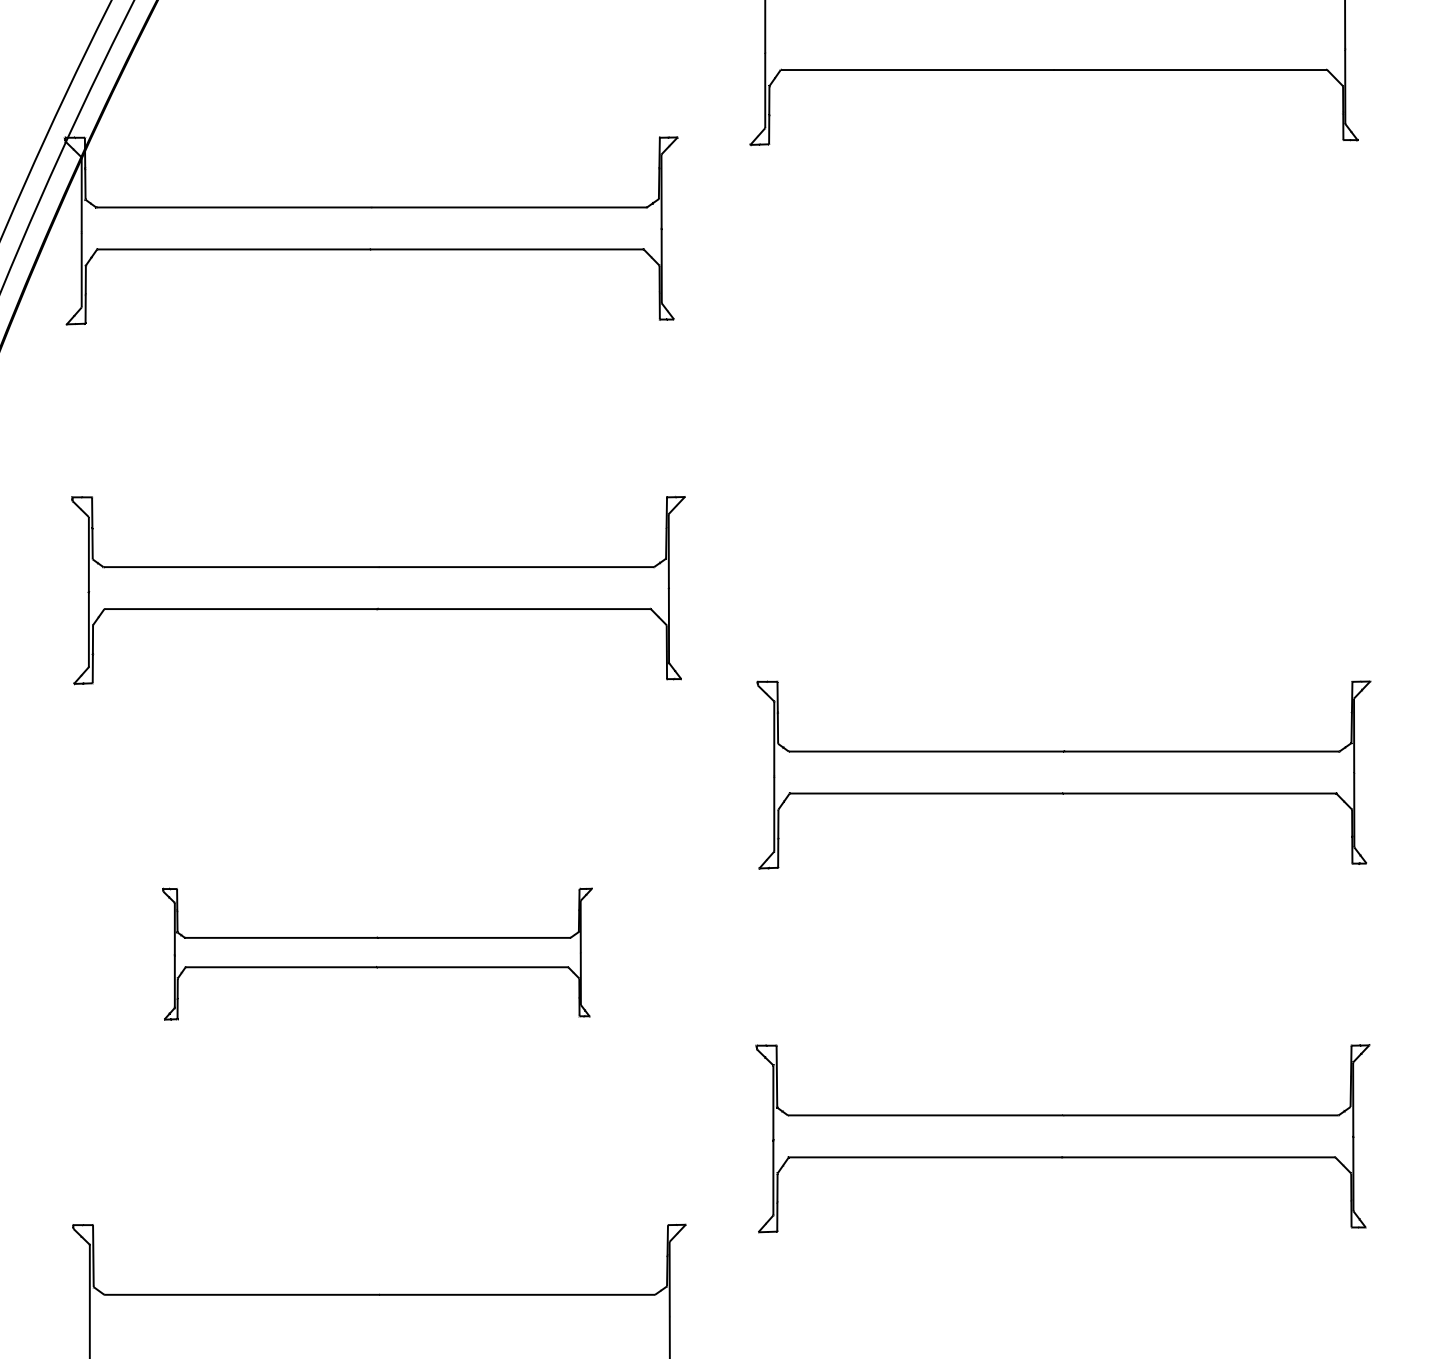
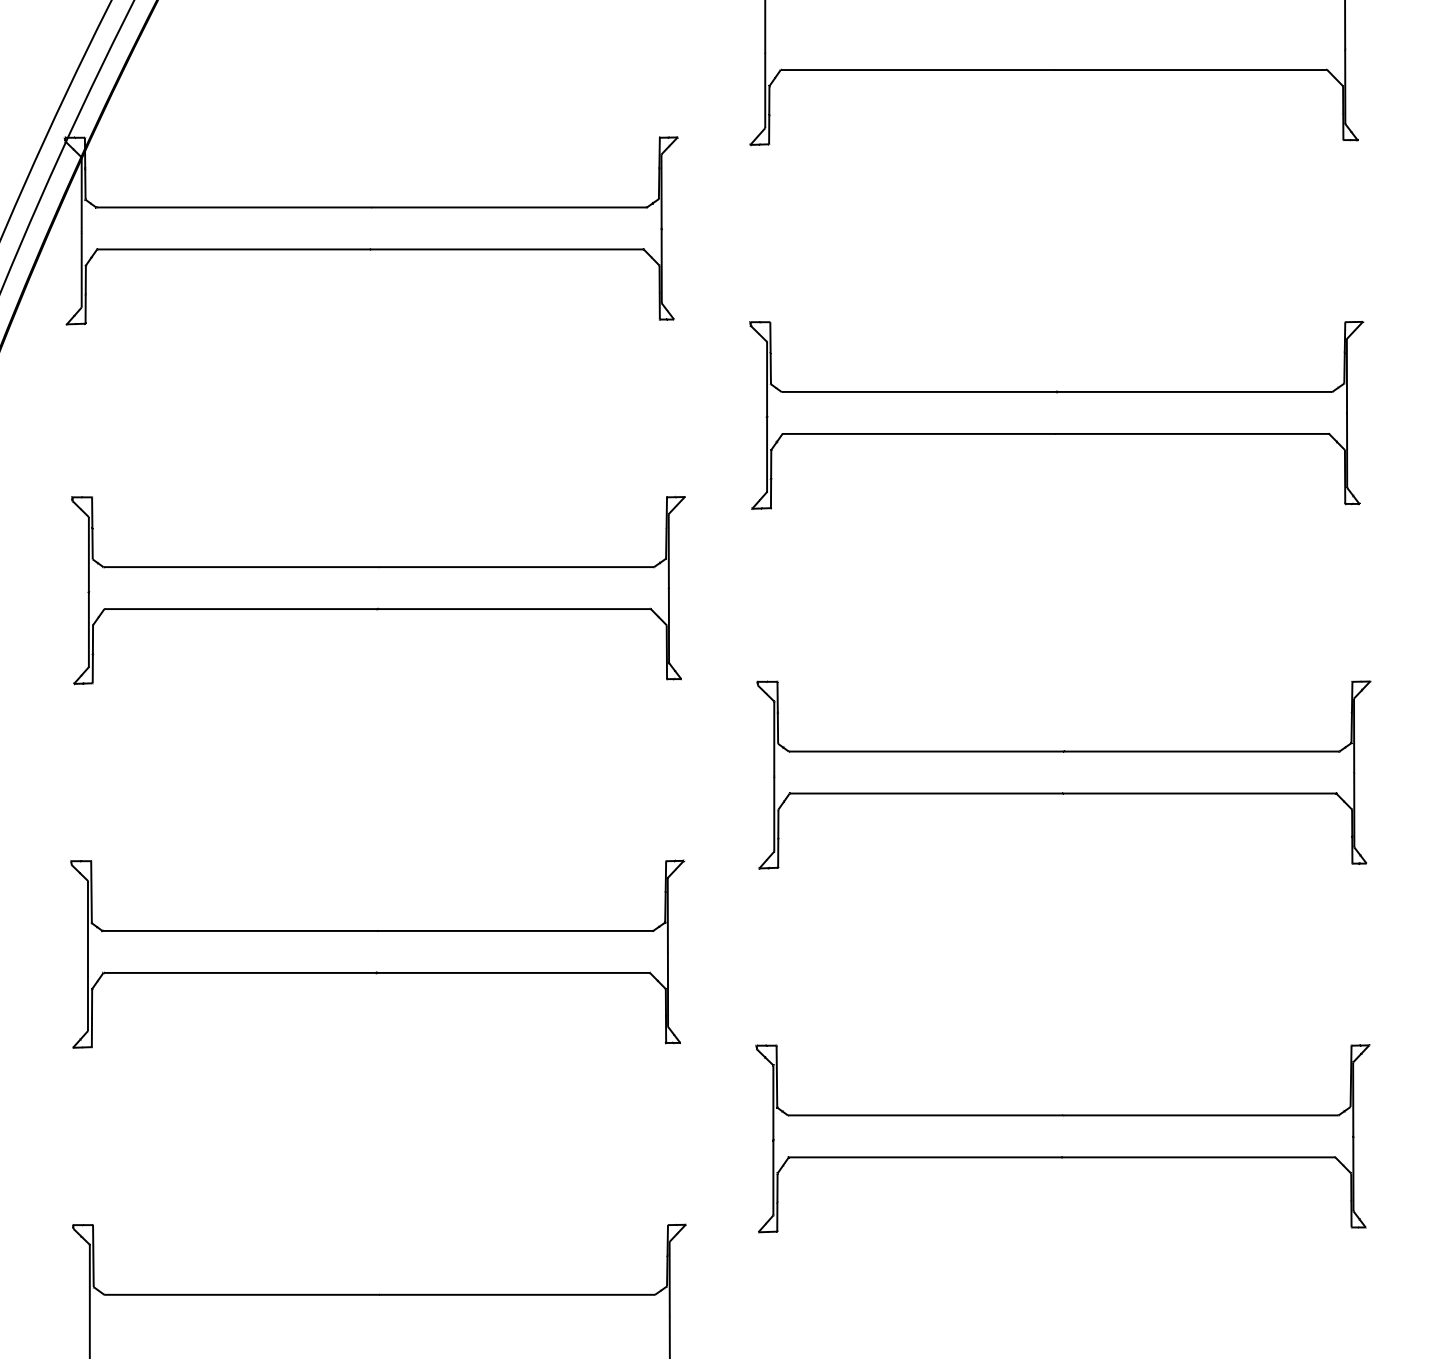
part at (1056, 414): none -> present
part at (377, 953) size: 431x134 px -> 615x190 px
